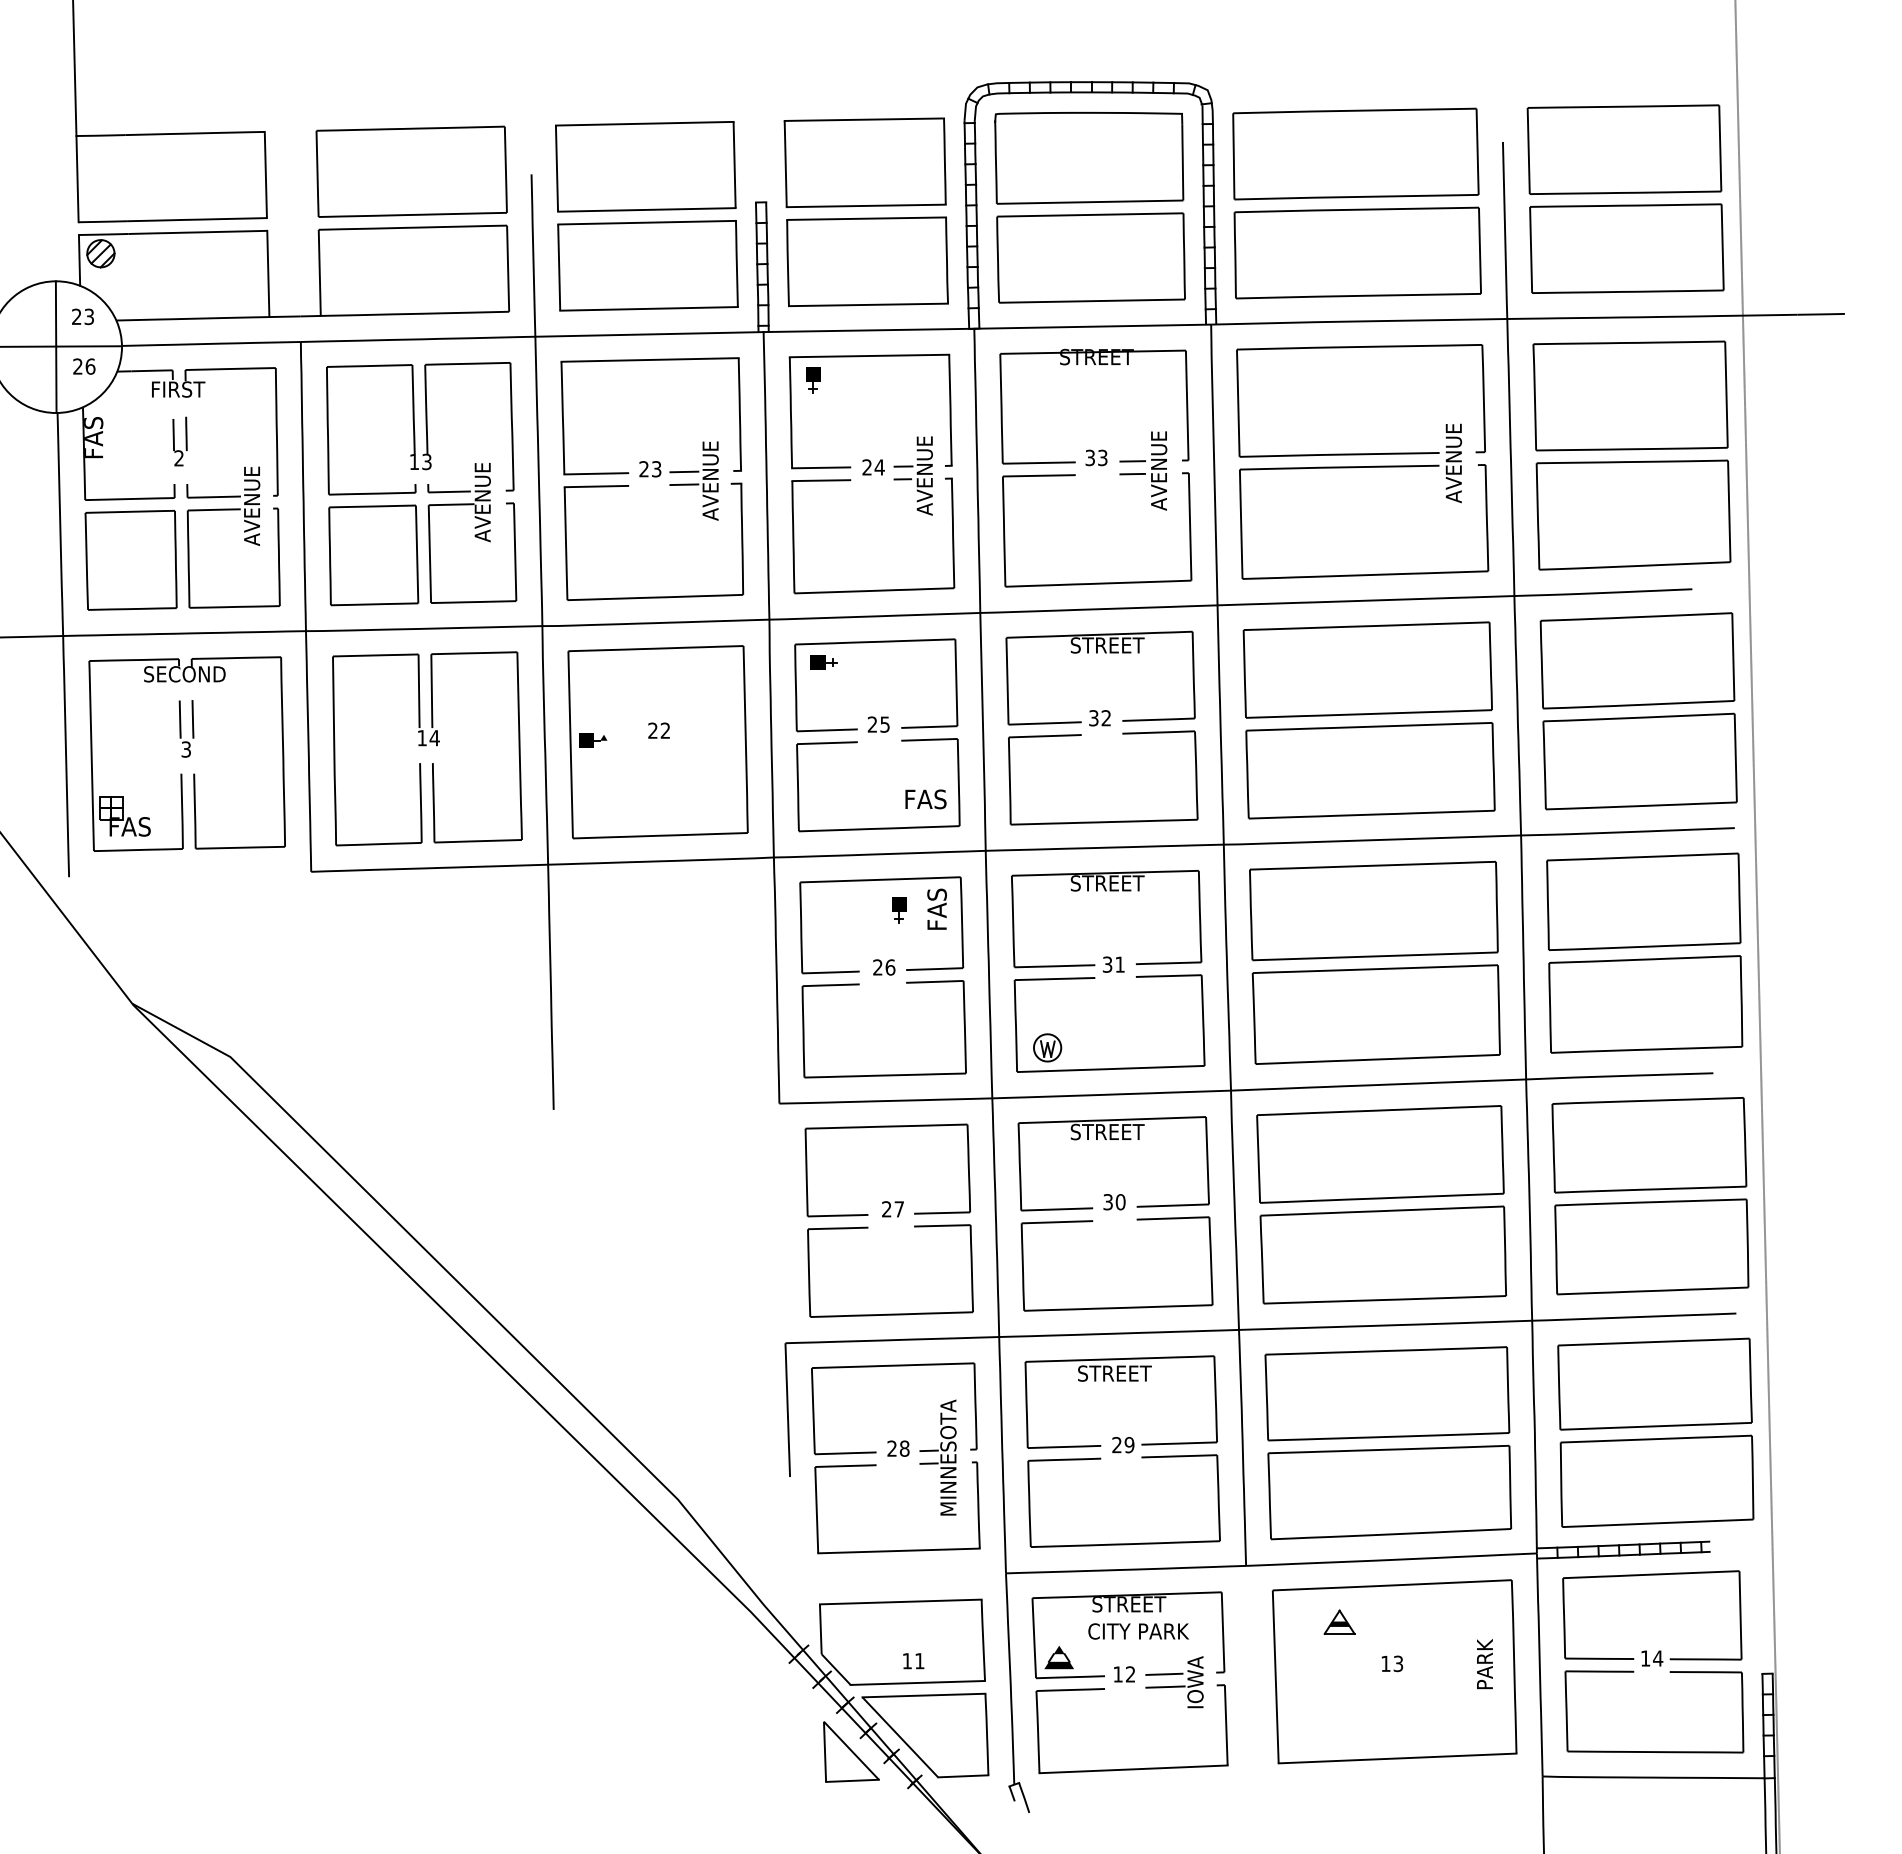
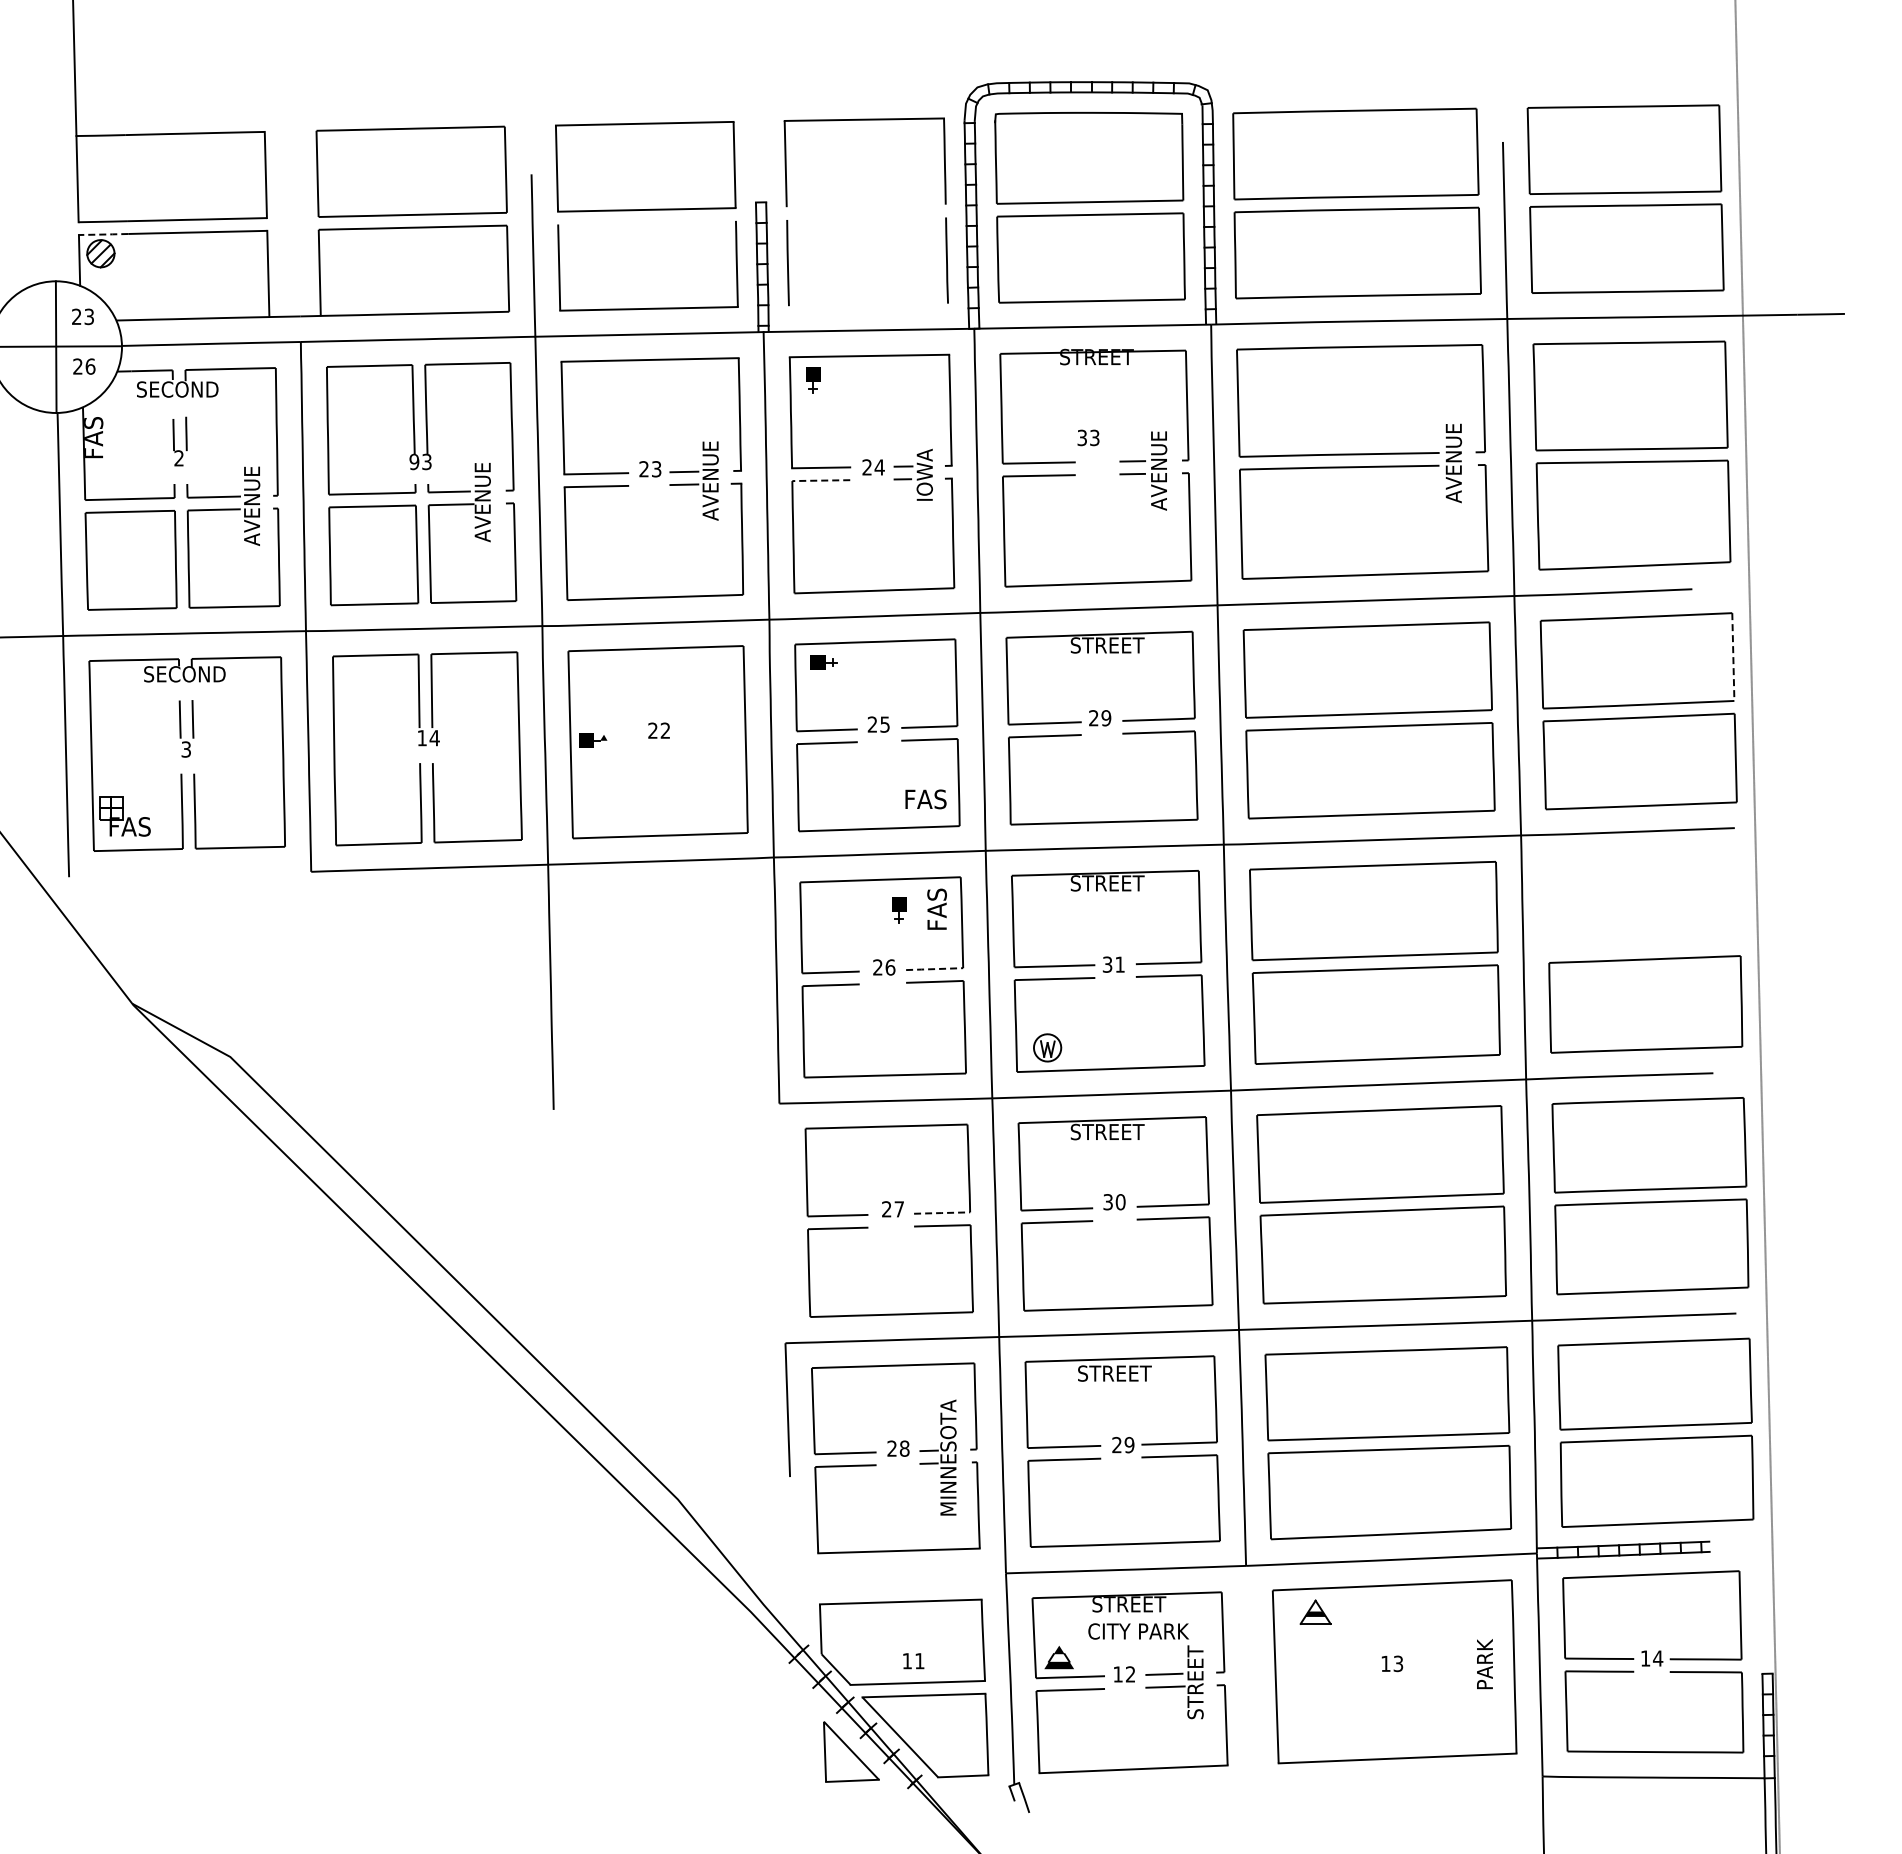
line at (865, 205): present -> none
line at (866, 218): present -> none
line at (646, 222): present -> none
line at (103, 234): solid -> dashed
line at (868, 304): present -> none
text at (177, 389): FIRST -> SECOND
text at (1096, 457) position: (1096, 457) -> (1088, 437)
text at (414, 461): 13 -> 93
text at (924, 475): AVENUE -> IOWA
line at (821, 480): solid -> dashed
line at (1733, 657): solid -> dashed
text at (1100, 718): 32 -> 29
part at (1643, 901): present -> none
line at (934, 969): solid -> dashed
line at (941, 1213): solid -> dashed
part at (1339, 1621) position: (1339, 1621) -> (1315, 1611)
text at (1195, 1682): IOWA -> STREET
